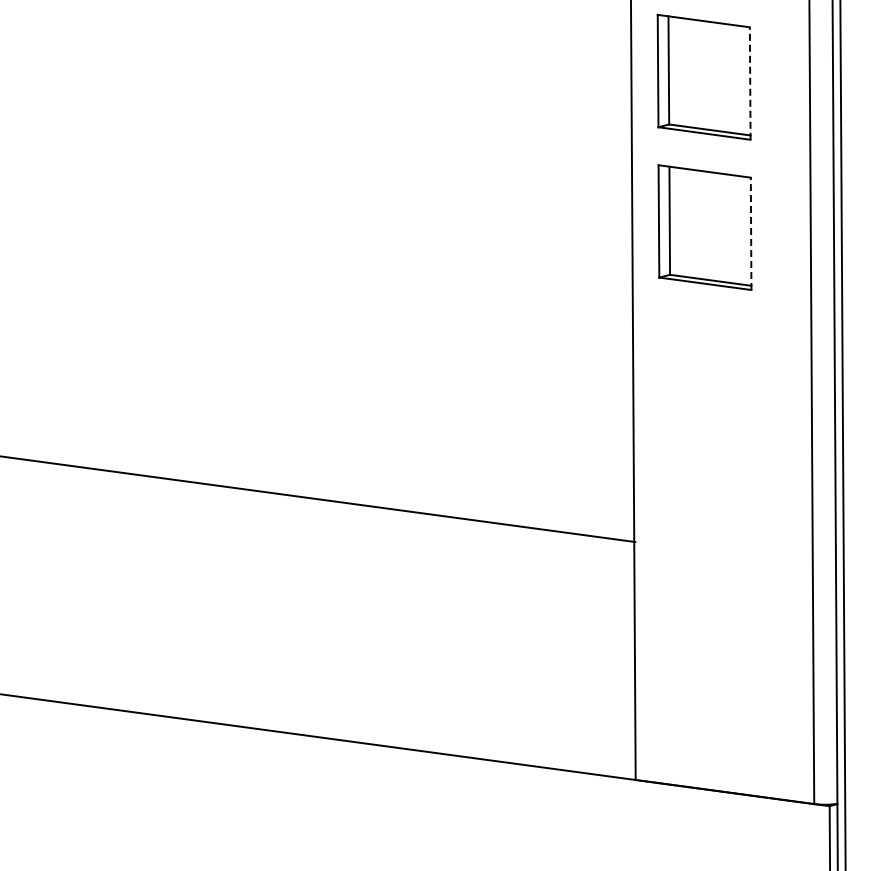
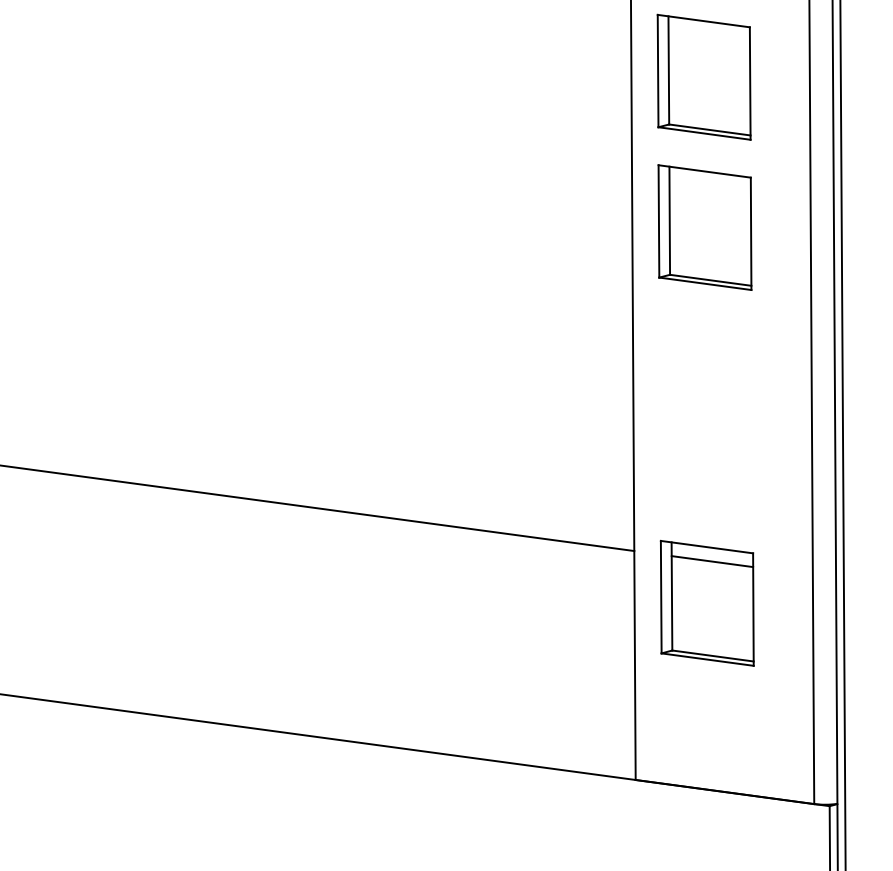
line at (750, 83): dashed -> solid
line at (751, 233): dashed -> solid
line at (318, 499) position: (318, 499) -> (318, 508)
part at (706, 602): none -> present
